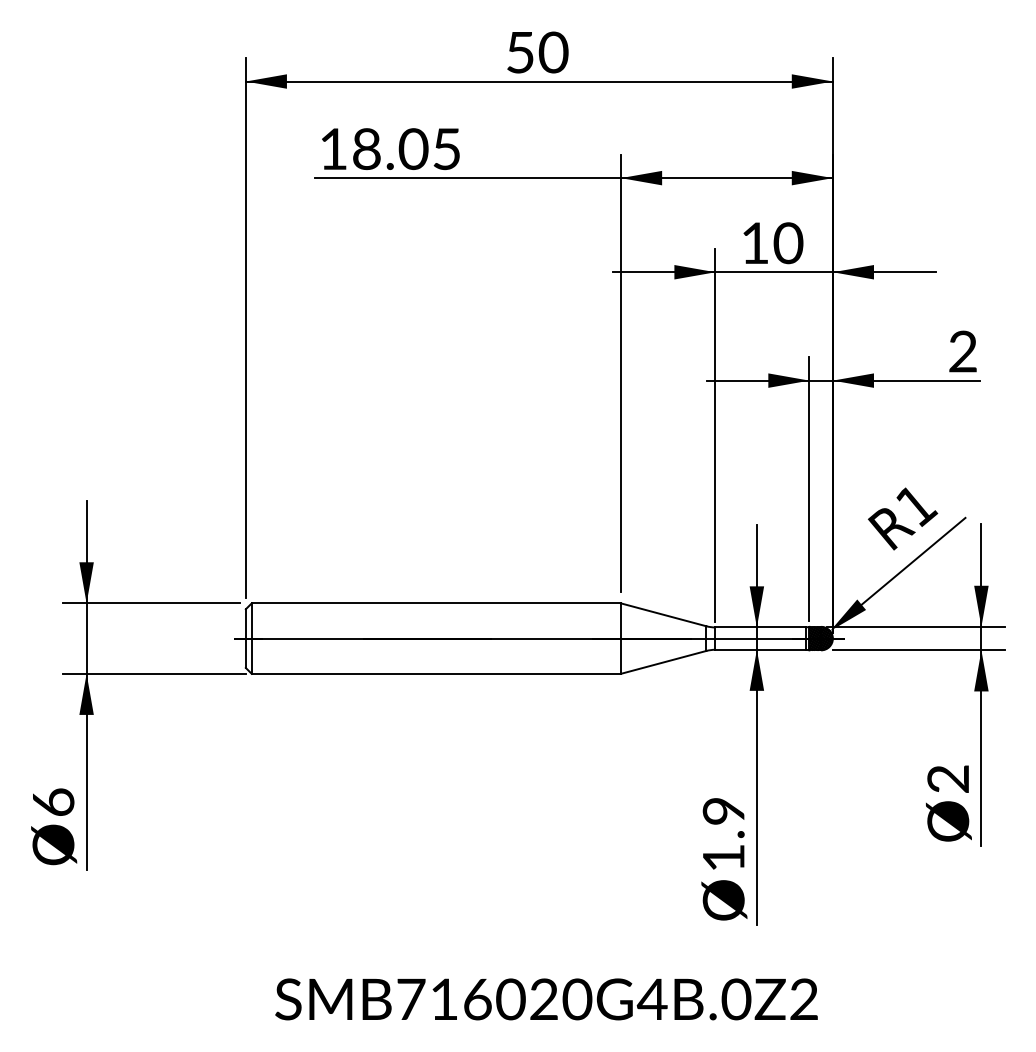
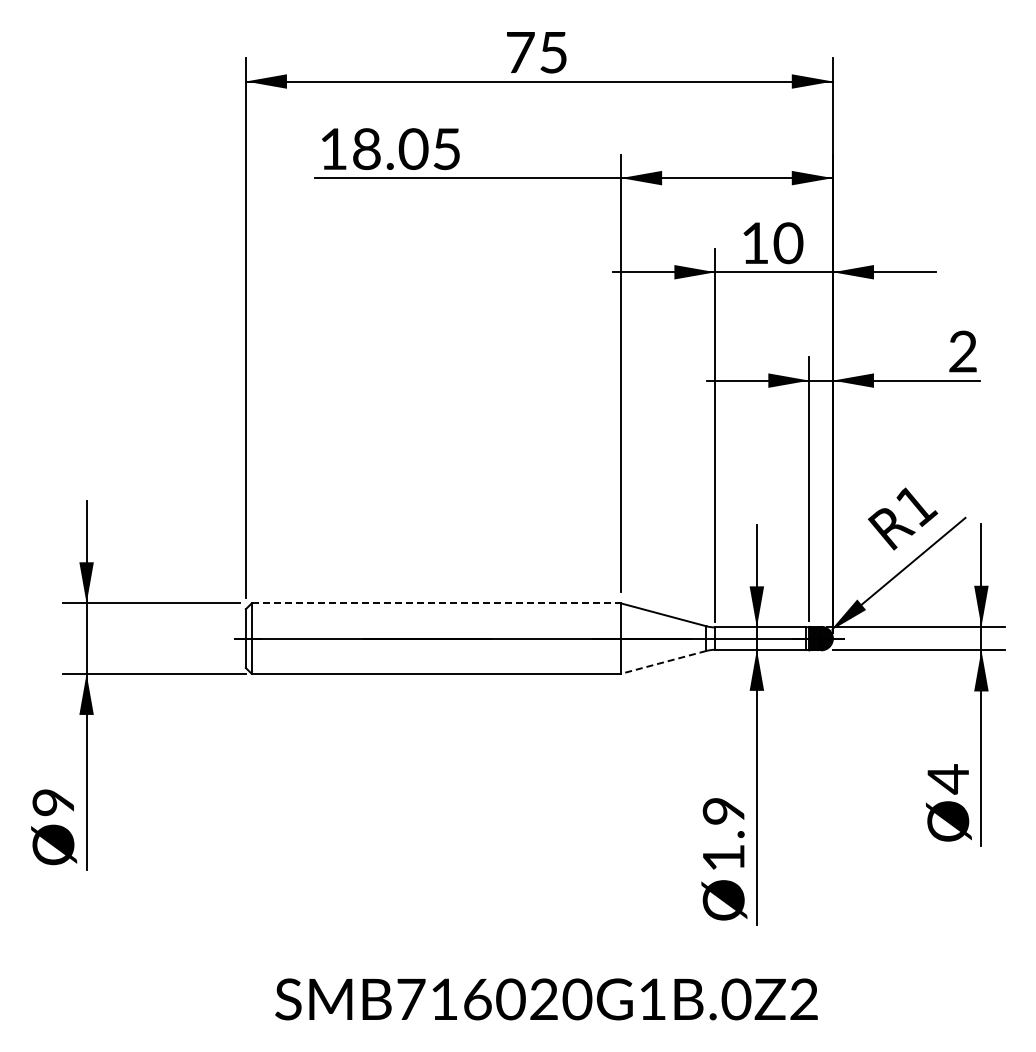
text at (537, 52): 50 -> 75
line at (436, 603): solid -> dashed
line at (663, 662): solid -> dashed
text at (947, 779): 2 -> 4
text at (53, 802): 6 -> 9
text at (651, 998): SMB716020G4B.0Z2 -> SMB716020G1B.0Z2
